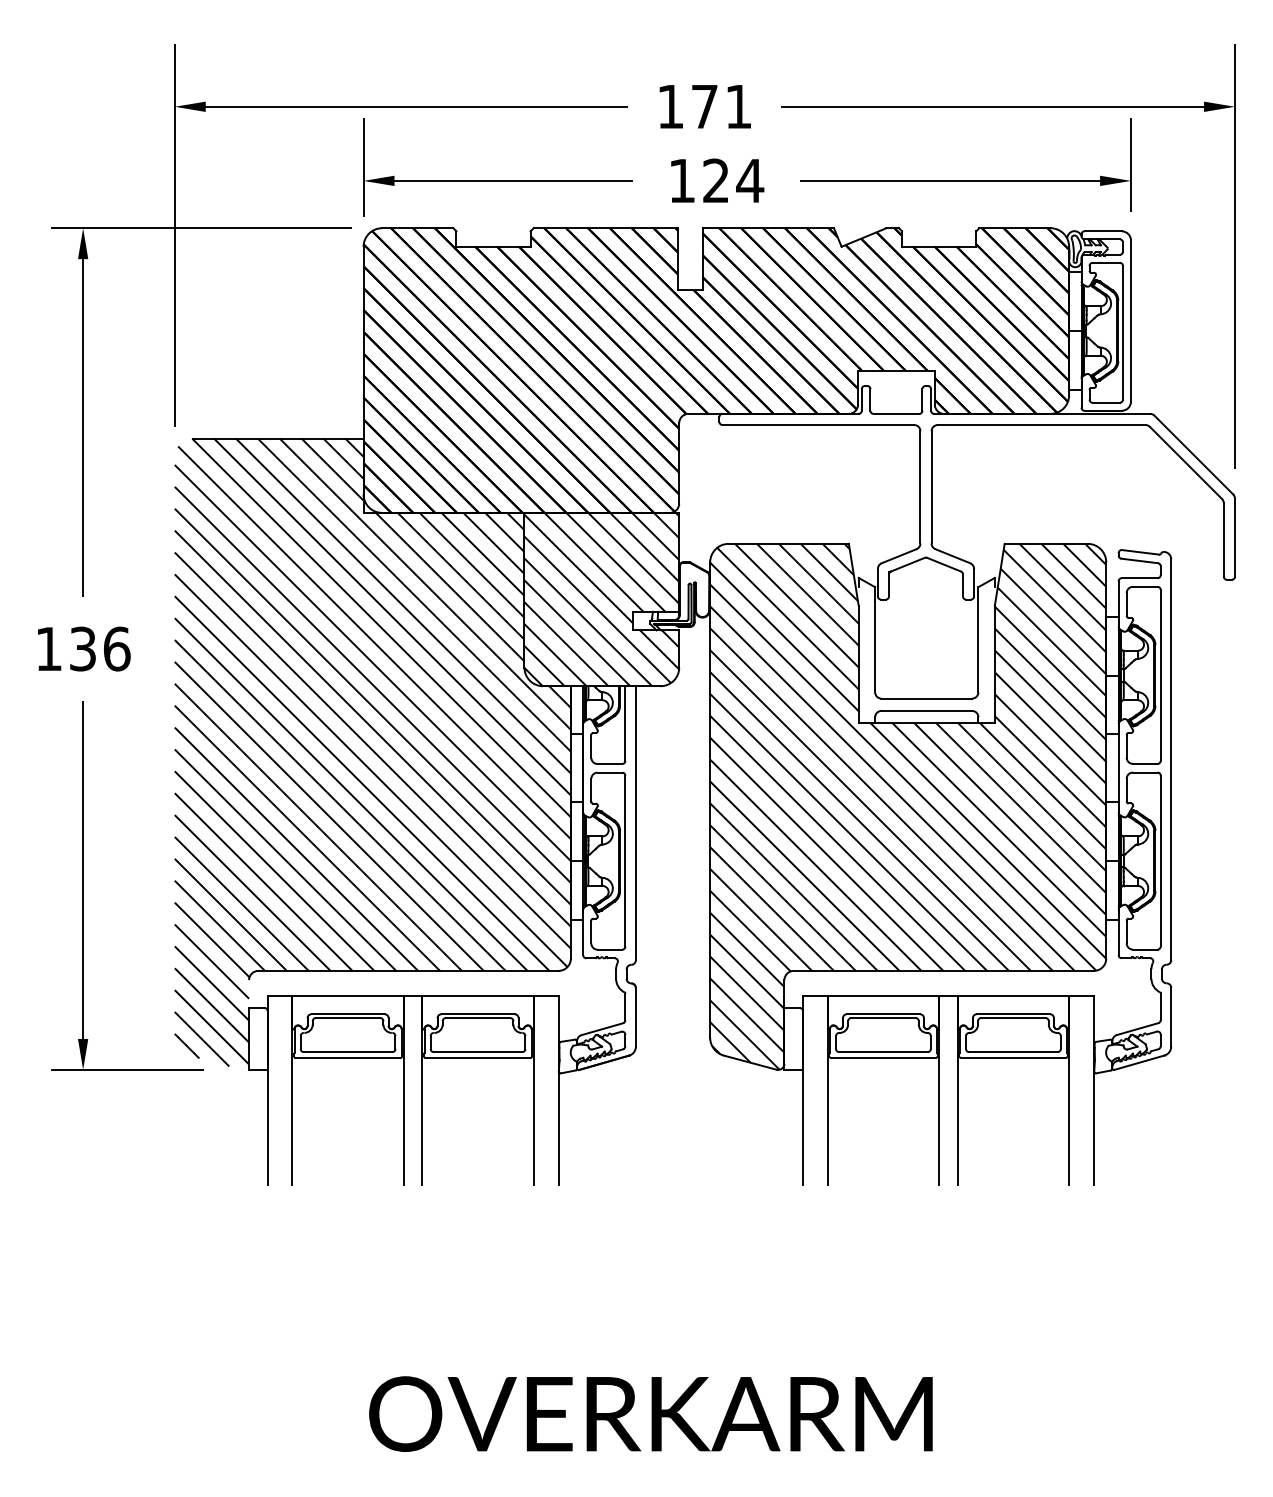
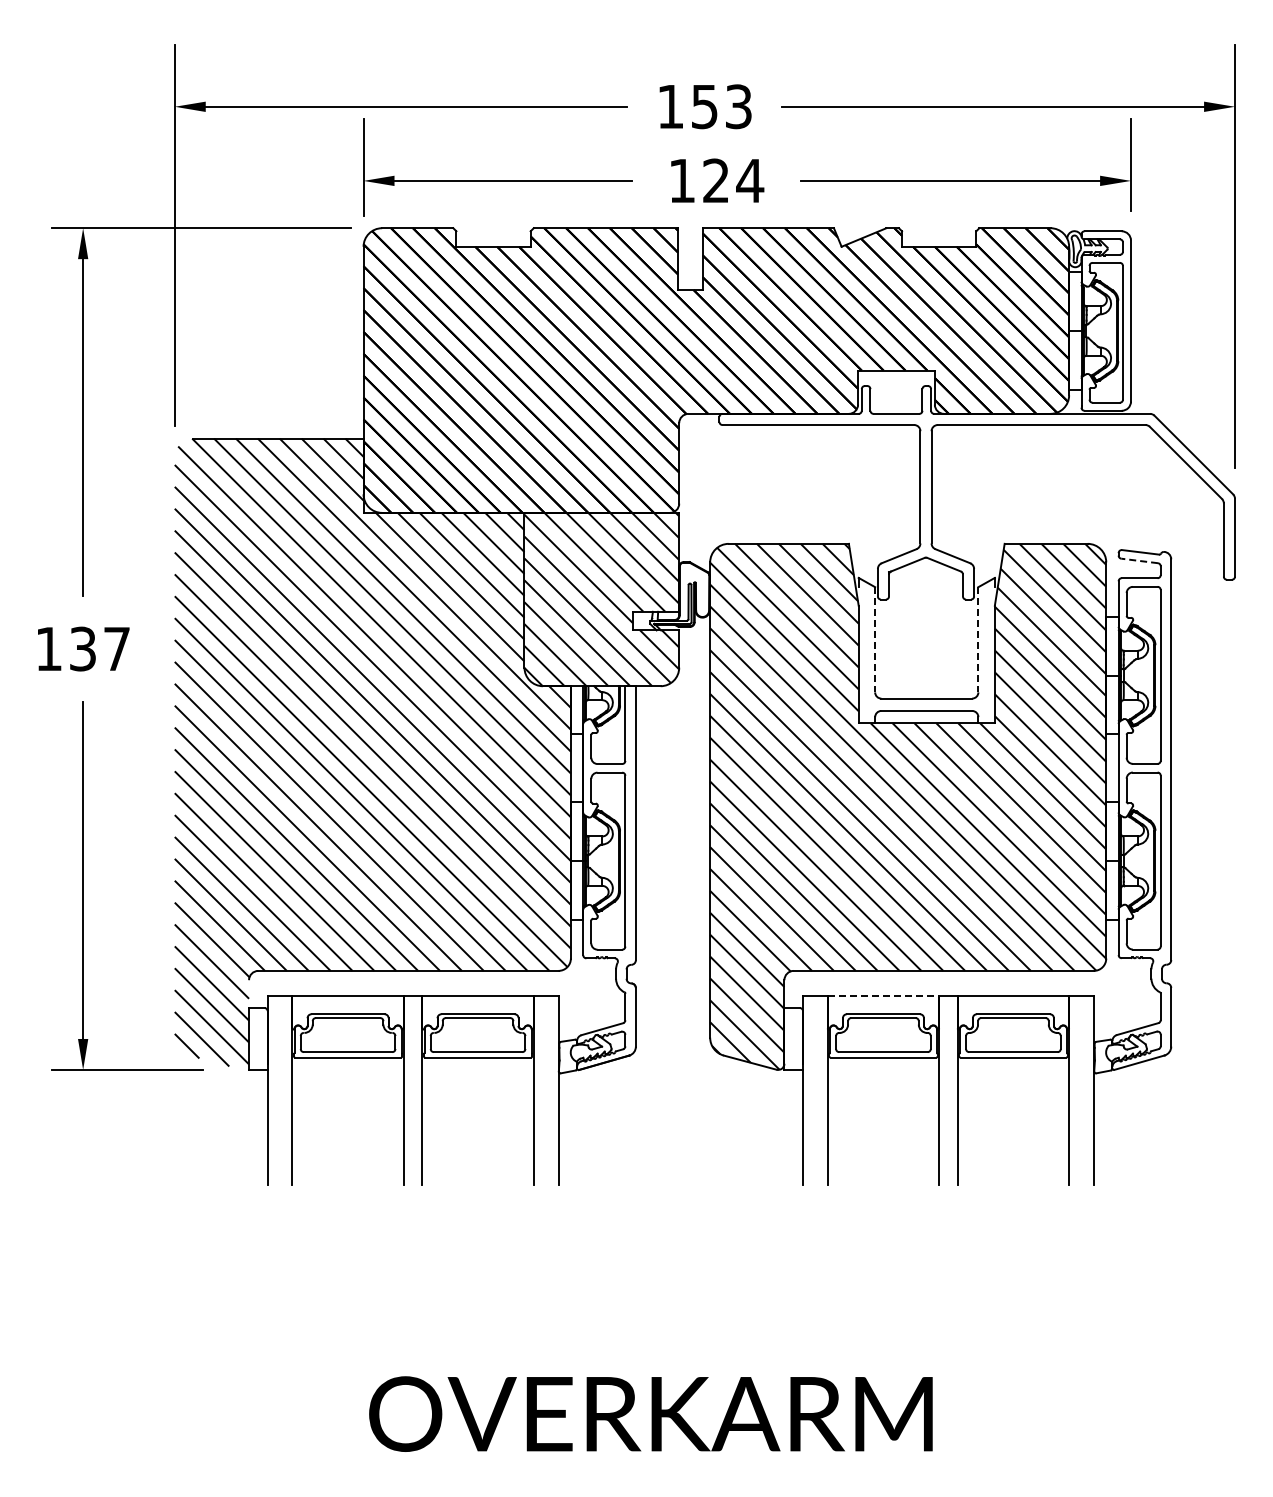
text at (721, 106): 171 -> 153
line at (1139, 560): solid -> dashed
line at (875, 639): solid -> dashed
line at (978, 639): solid -> dashed
text at (117, 648): 136 -> 137
line at (883, 995): solid -> dashed
